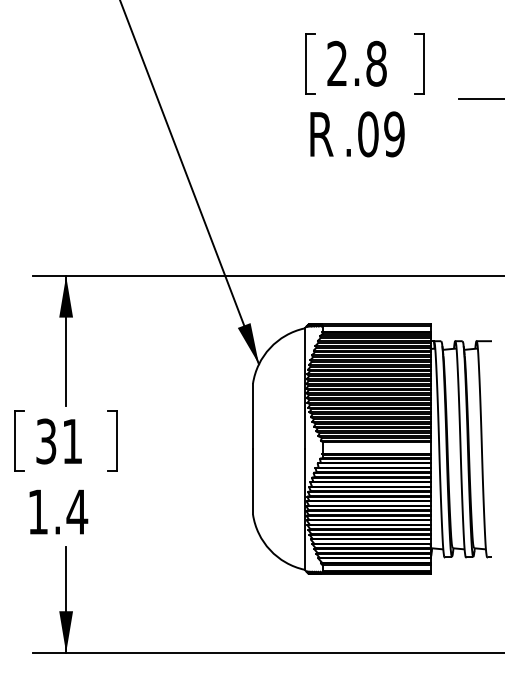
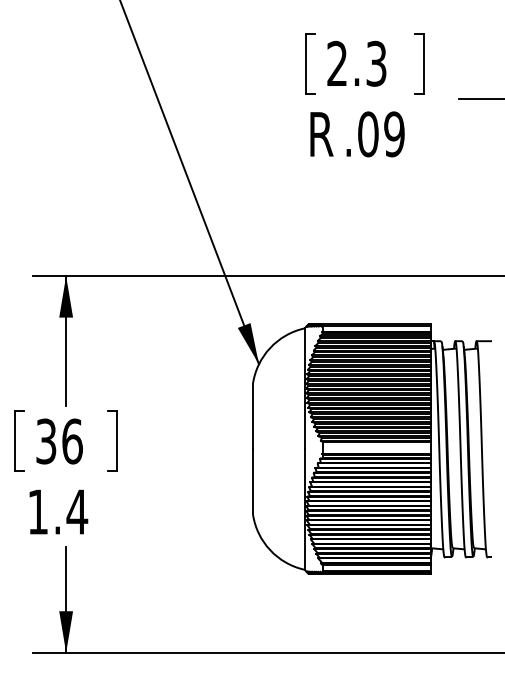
text at (376, 63): 2.8 -> 2.3
text at (72, 441): 31 -> 36
